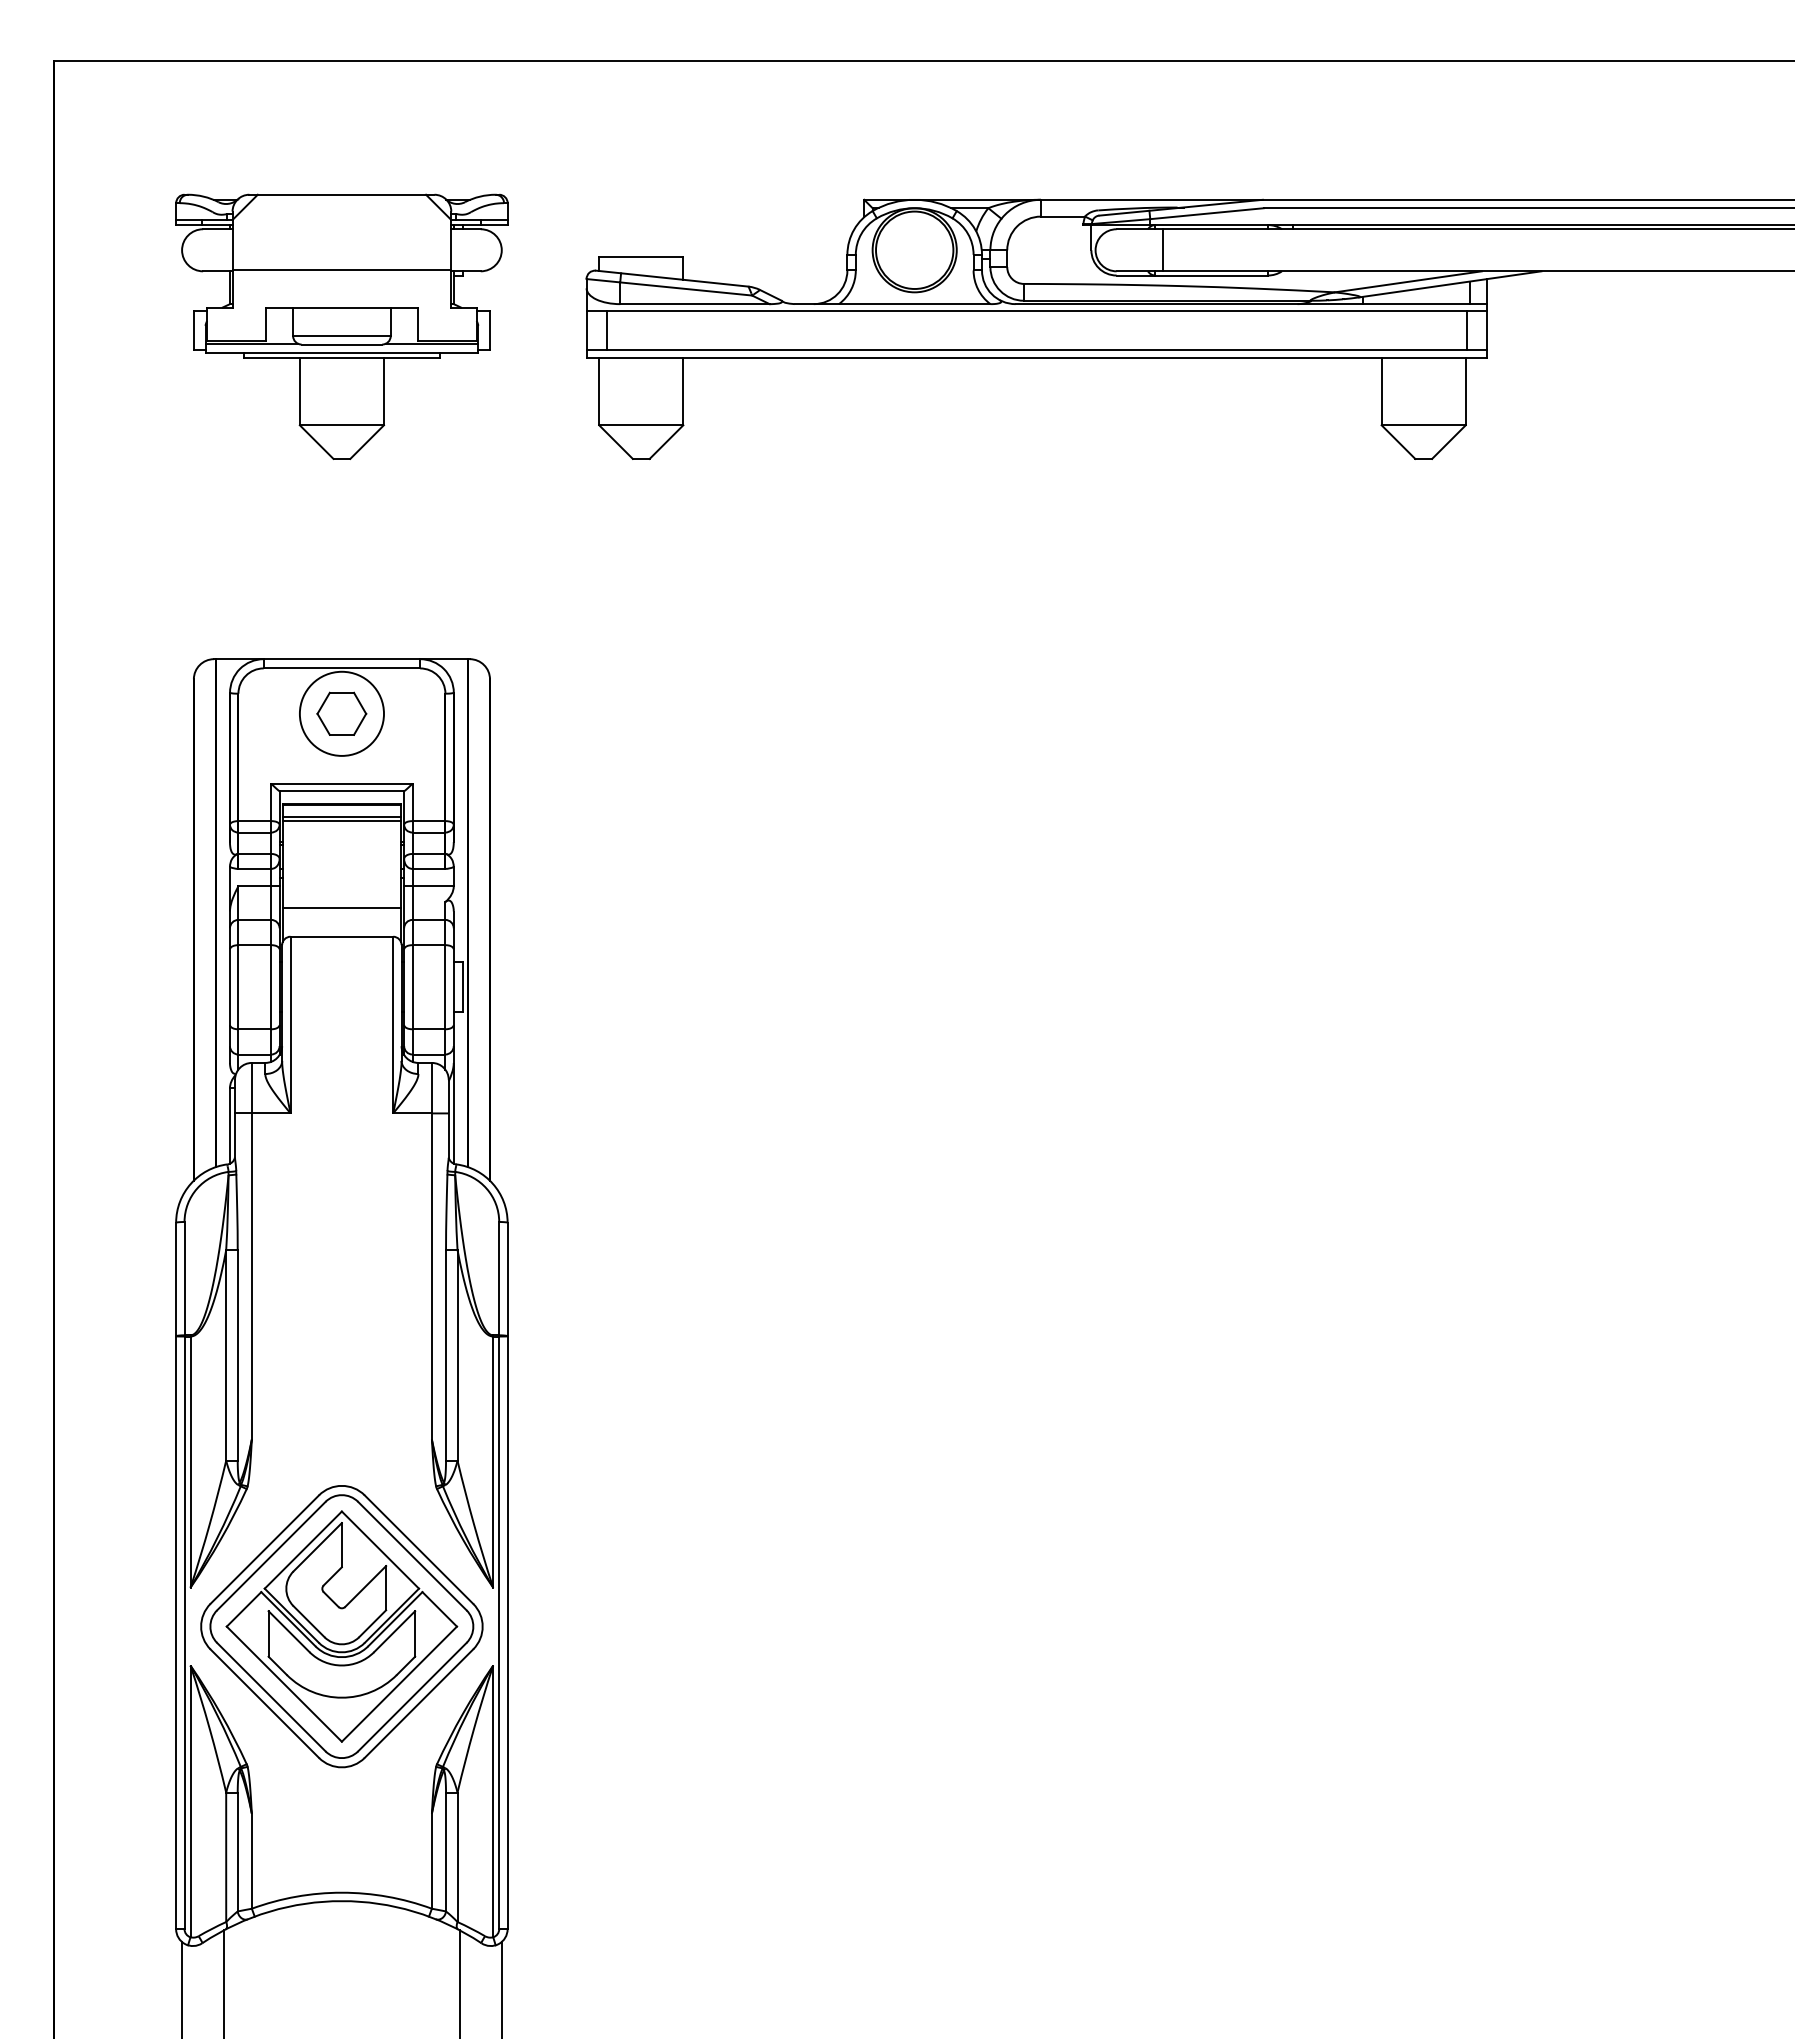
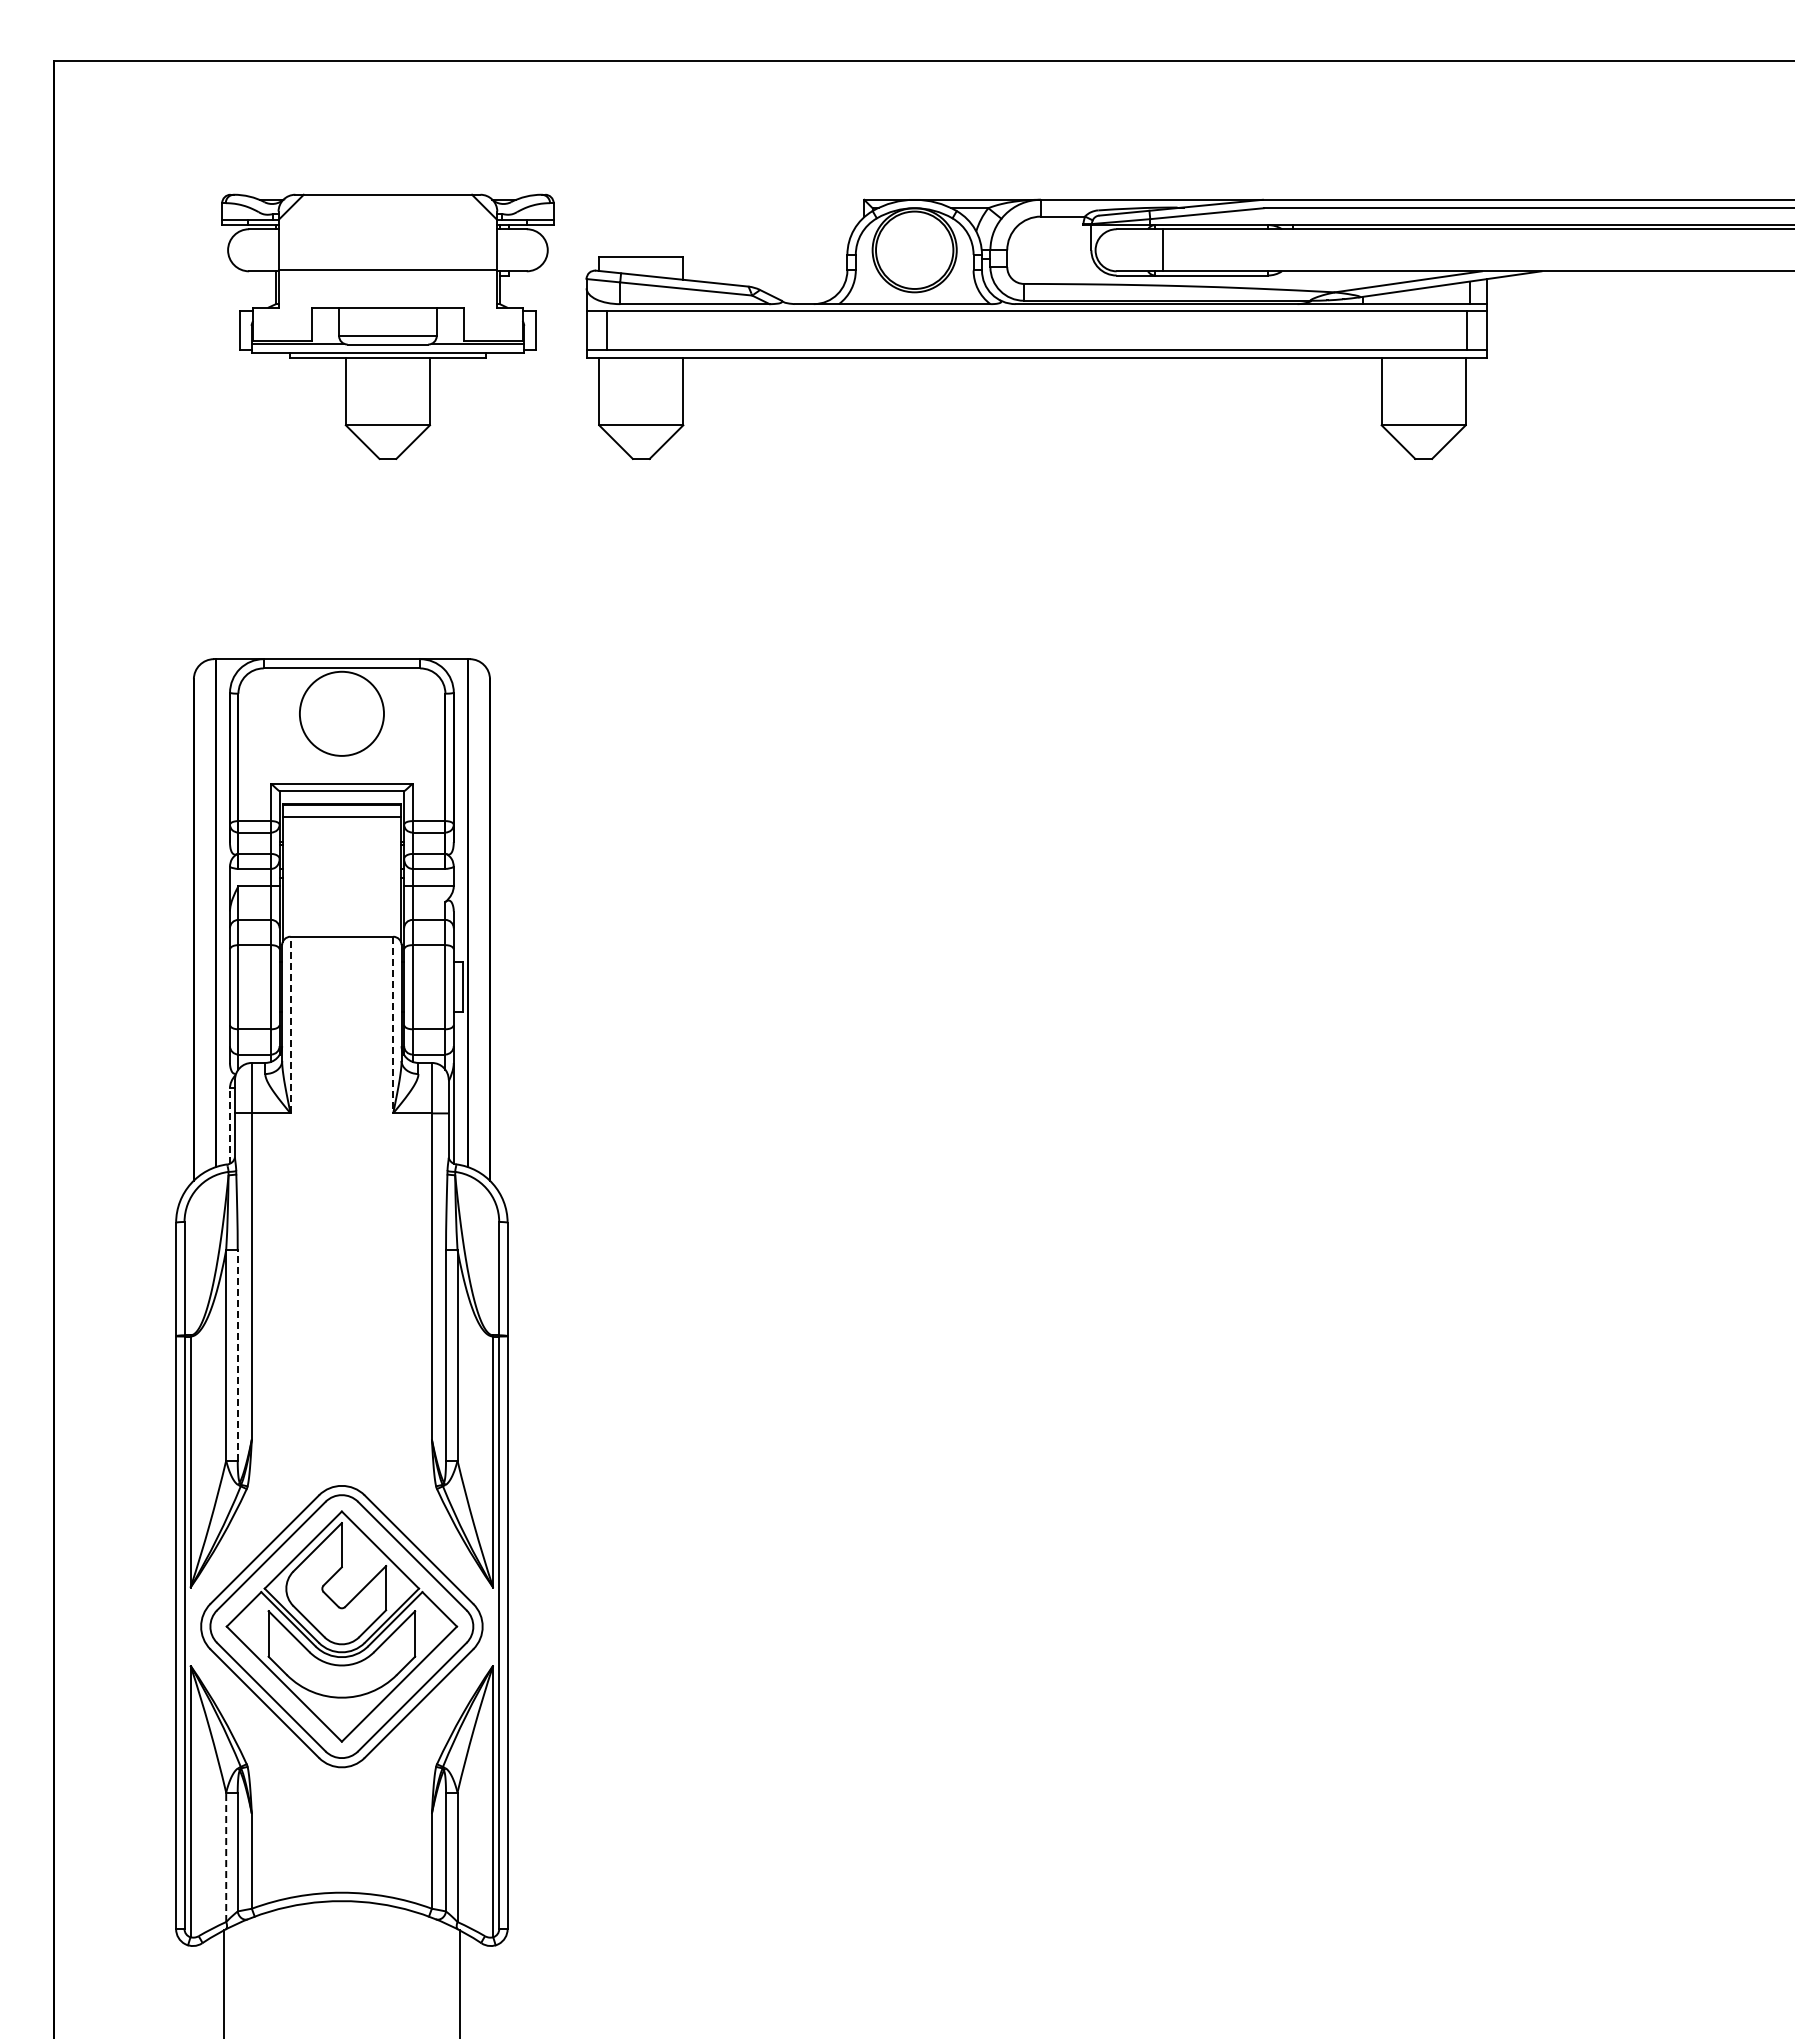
part at (341, 326) position: (341, 326) -> (387, 326)
part at (341, 713): present -> none
line at (341, 820): present -> none
line at (341, 907): present -> none
line at (290, 1024): solid -> dashed
line at (393, 1025): solid -> dashed
line at (229, 1125): solid -> dashed
line at (237, 1354): solid -> dashed
line at (226, 1857): solid -> dashed
line at (182, 1988): present -> none
line at (501, 1988): present -> none
